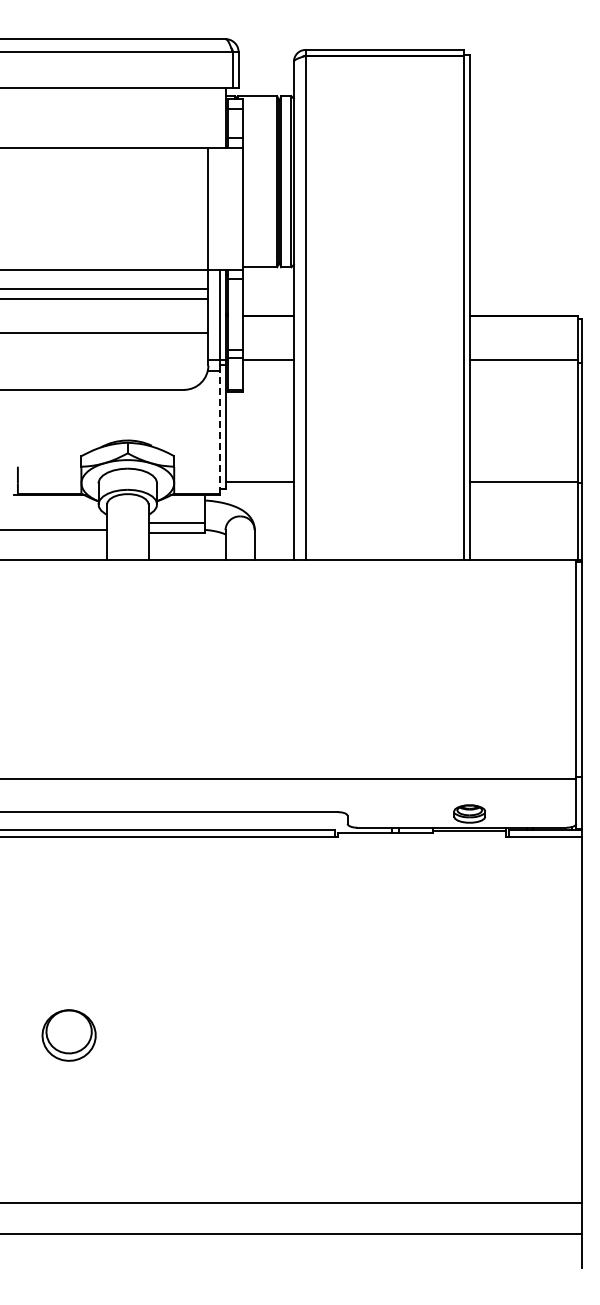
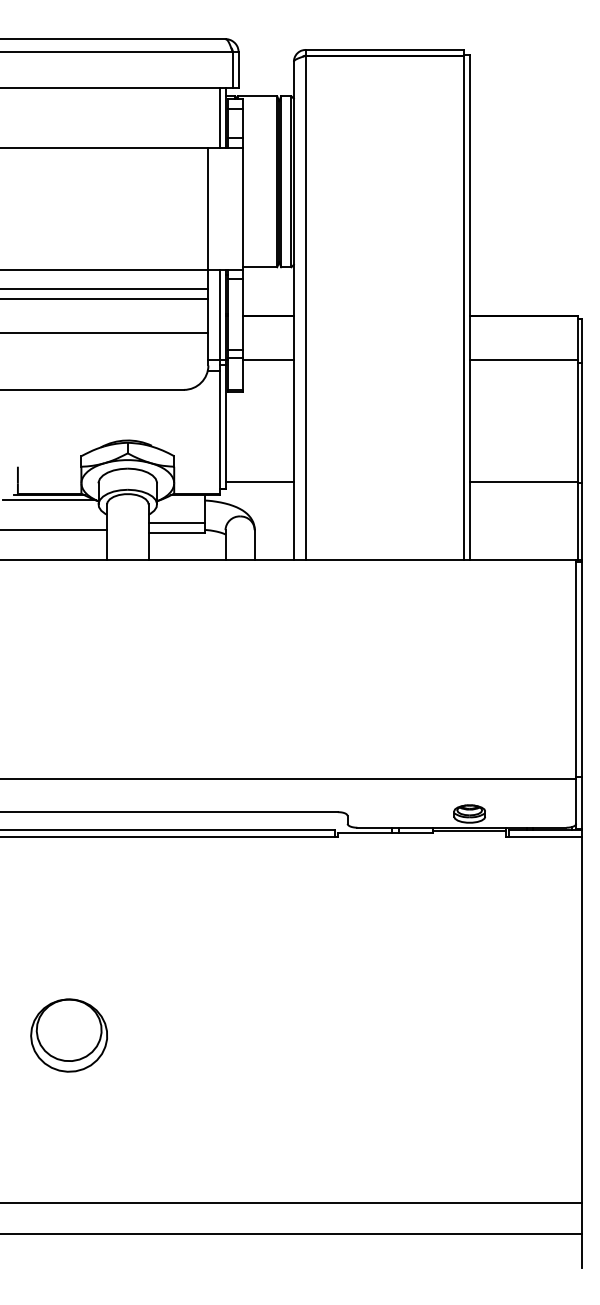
line at (219, 117): none -> present
line at (219, 432): dashed -> solid
line at (49, 500): none -> present
part at (68, 1035) size: 56x53 px -> 78x75 px
